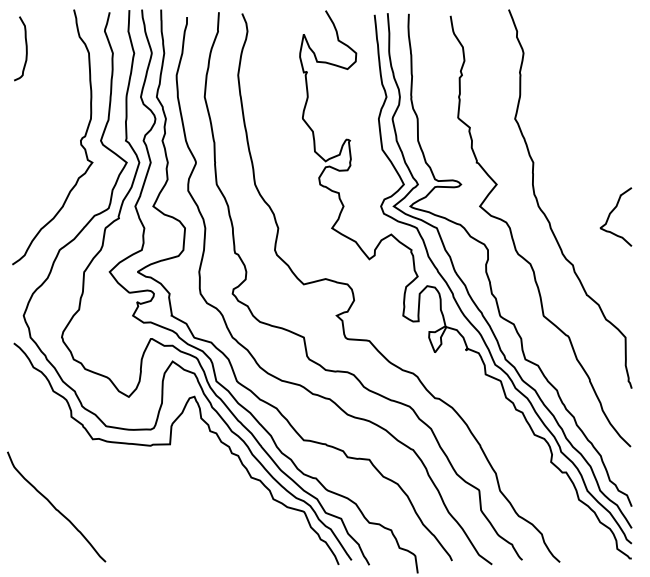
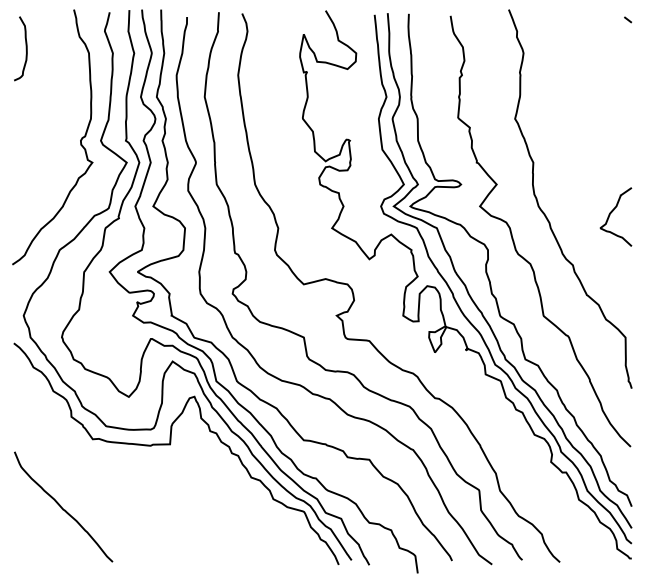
line at (627, 19): none -> present
curve at (55, 507) position: (55, 507) -> (62, 507)
